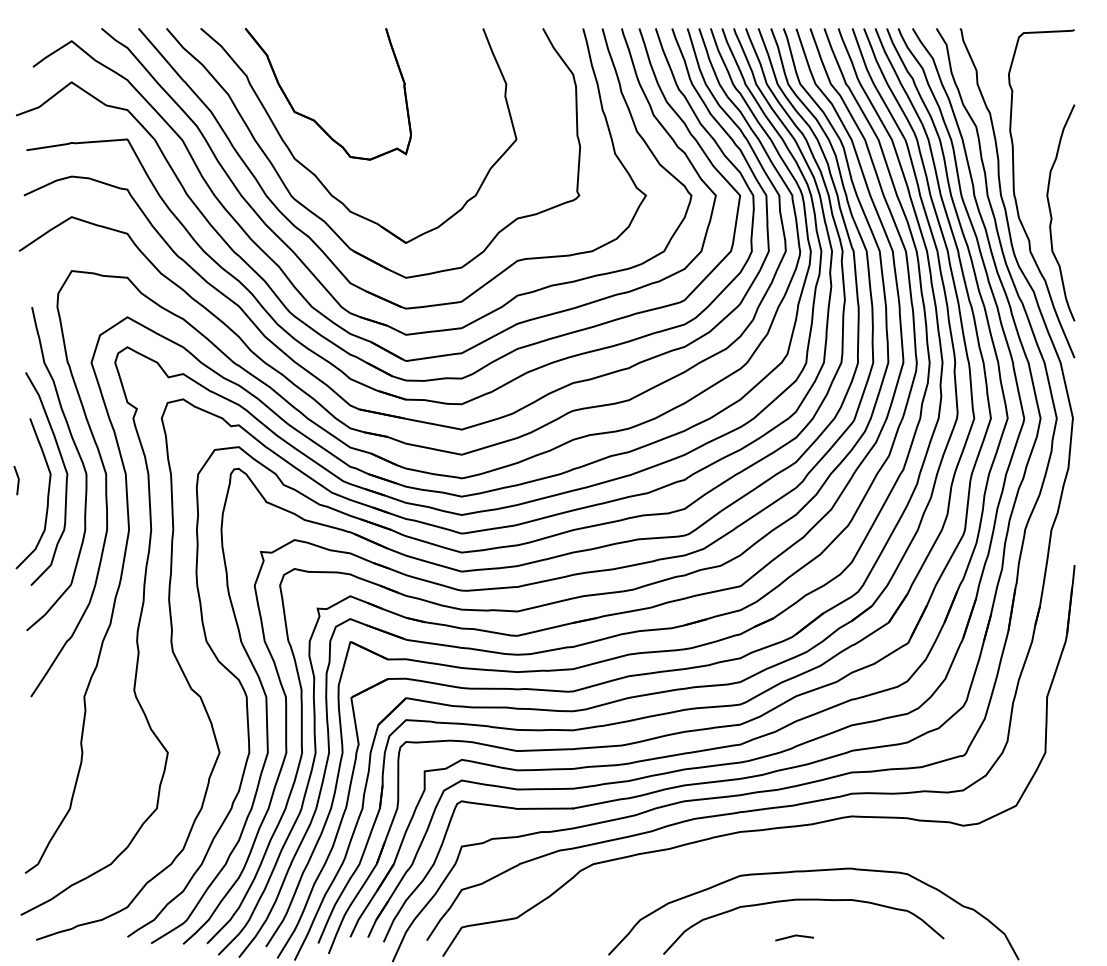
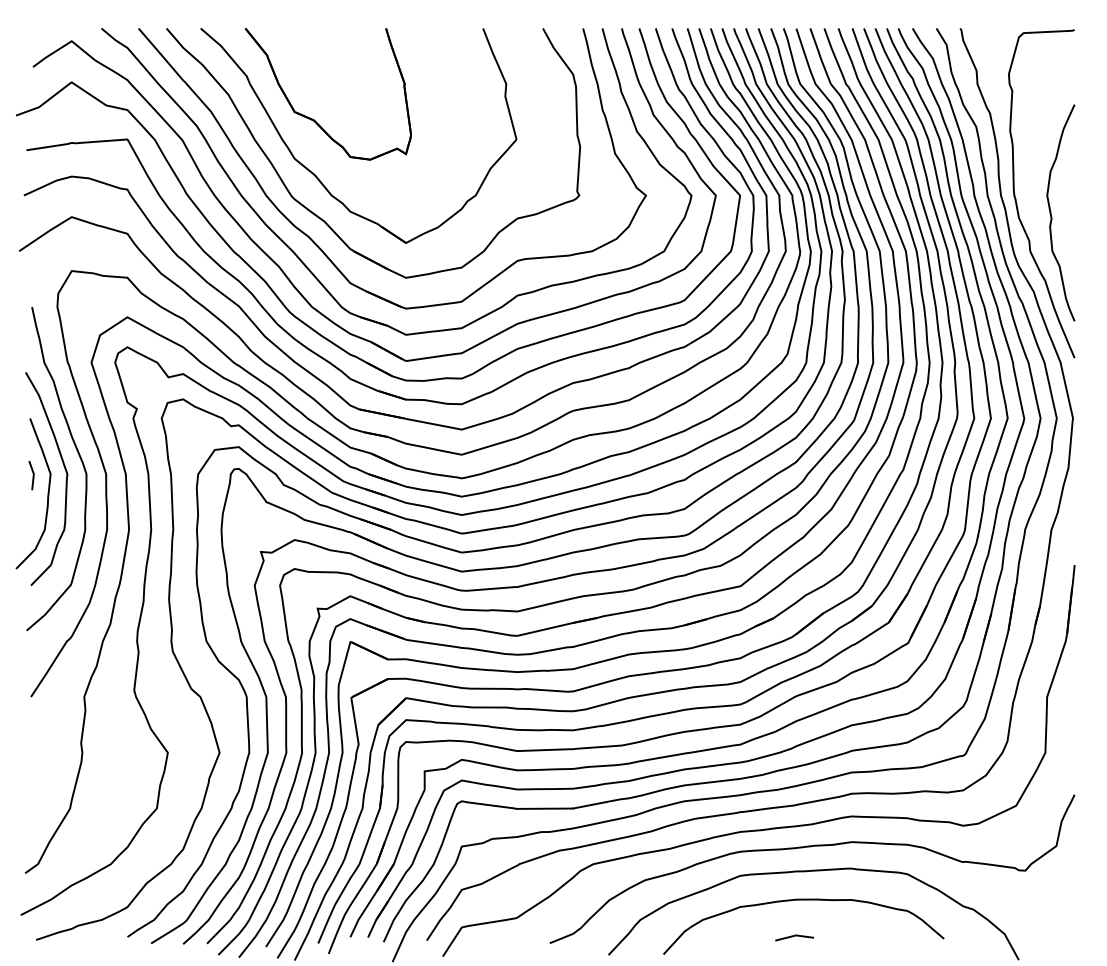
line at (17, 480) position: (17, 480) -> (32, 475)
curve at (811, 847): none -> present
